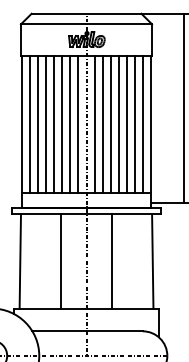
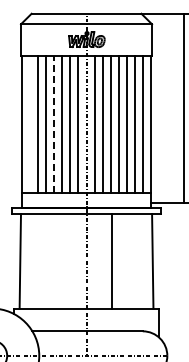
line at (29, 123): present -> none
line at (54, 123): solid -> dashed
line at (60, 261): present -> none
